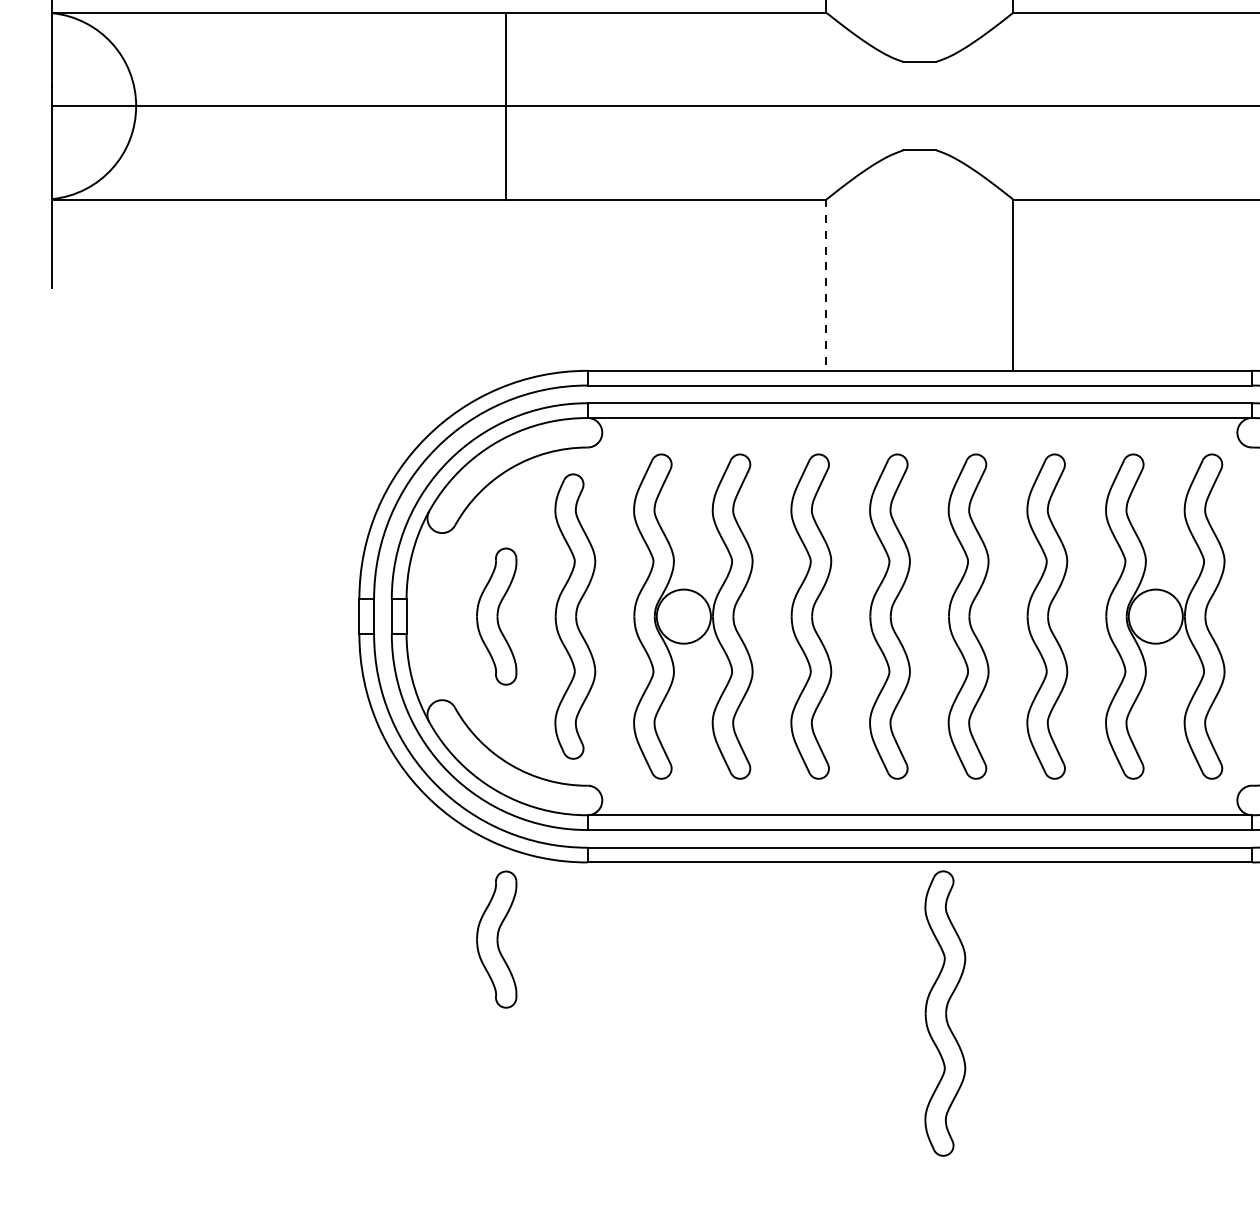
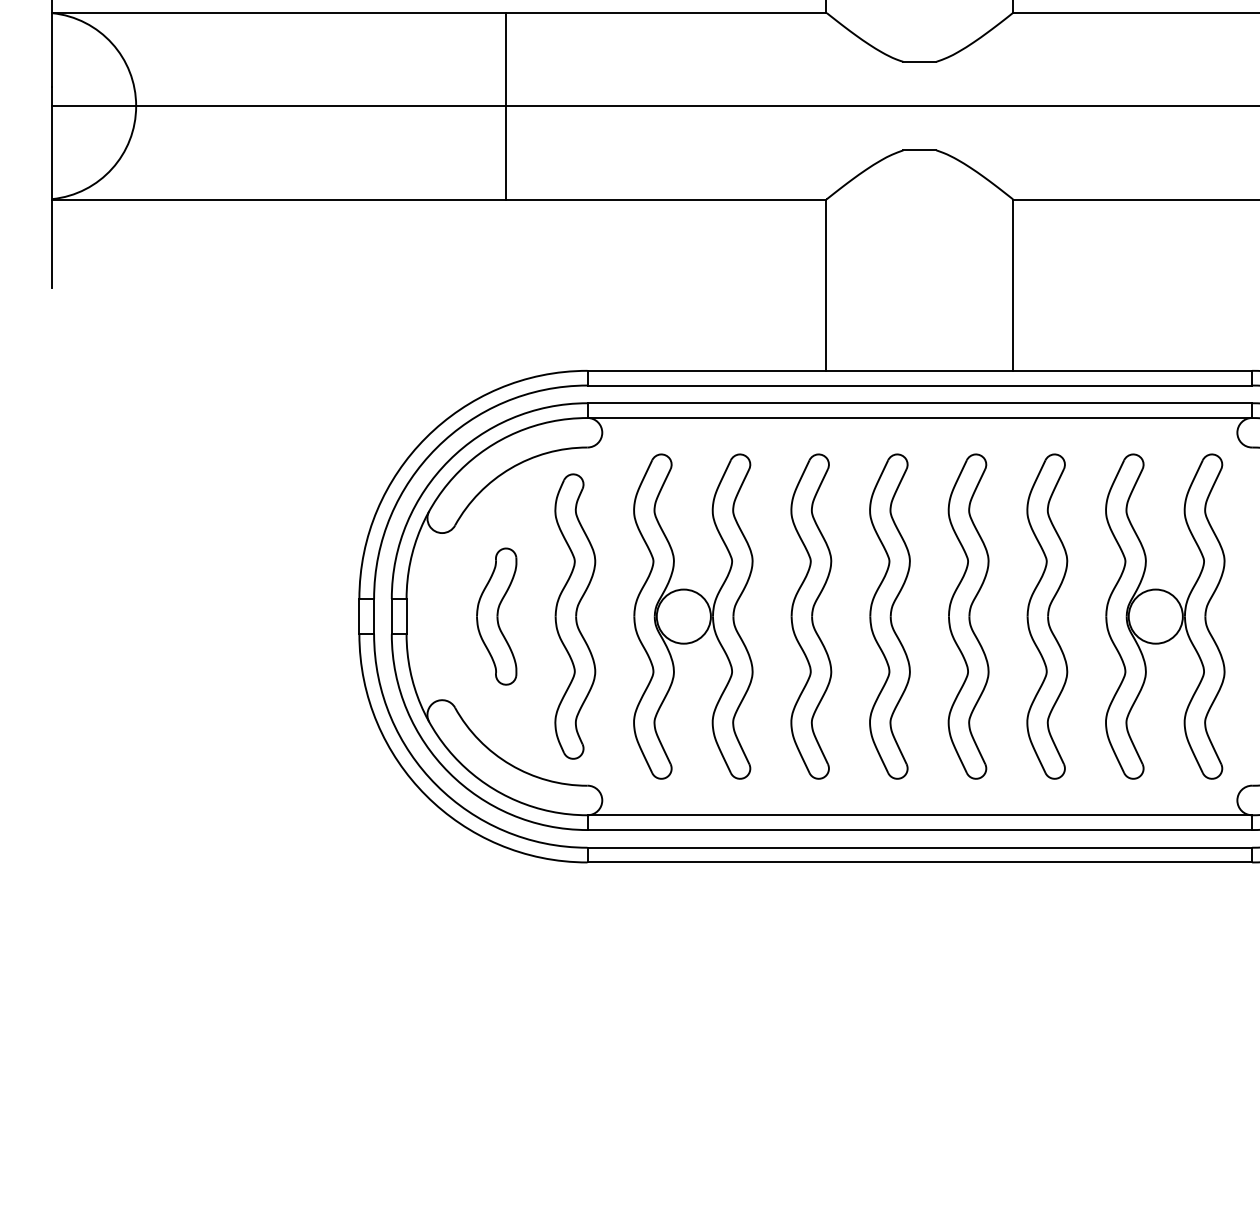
line at (826, 285): dashed -> solid
part at (496, 939): present -> none
part at (945, 1013): present -> none
